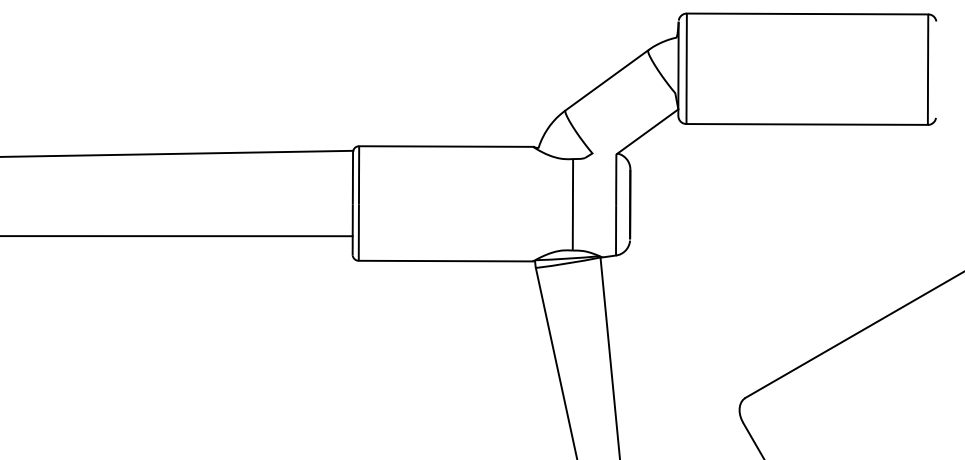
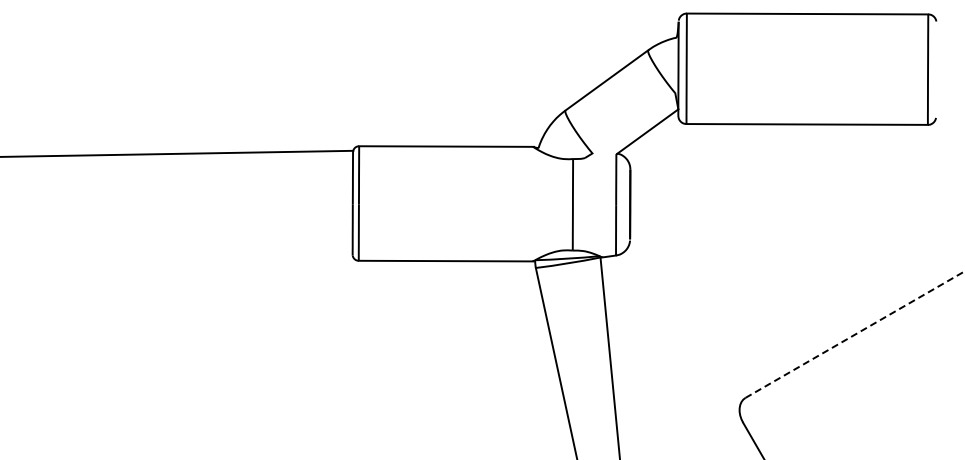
line at (177, 236): present -> none
line at (855, 334): solid -> dashed
